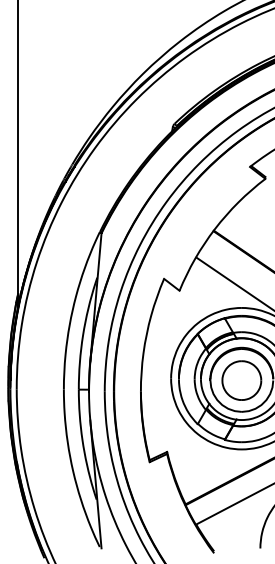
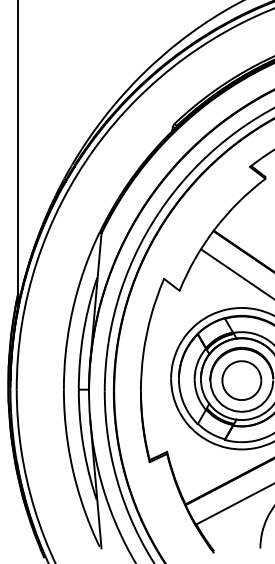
line at (233, 282) position: (233, 282) -> (236, 273)
